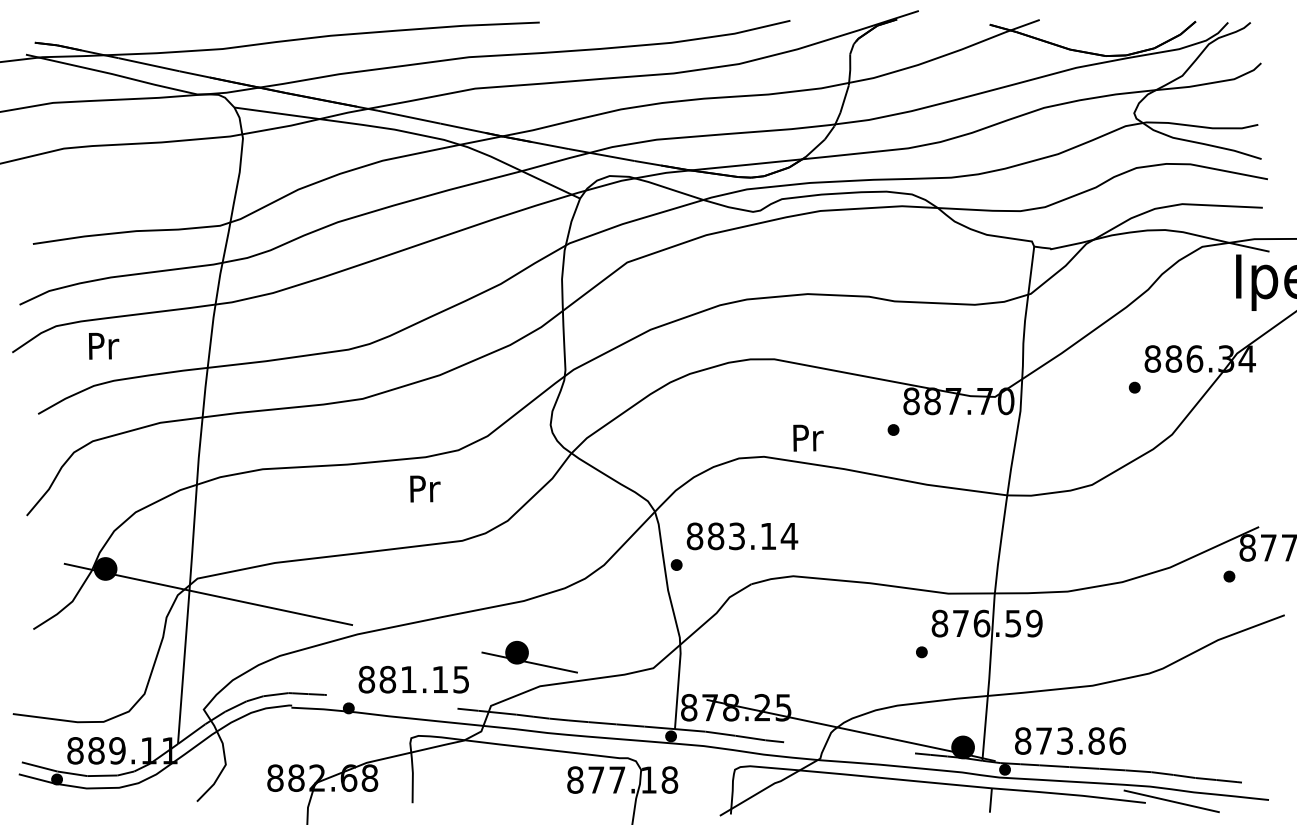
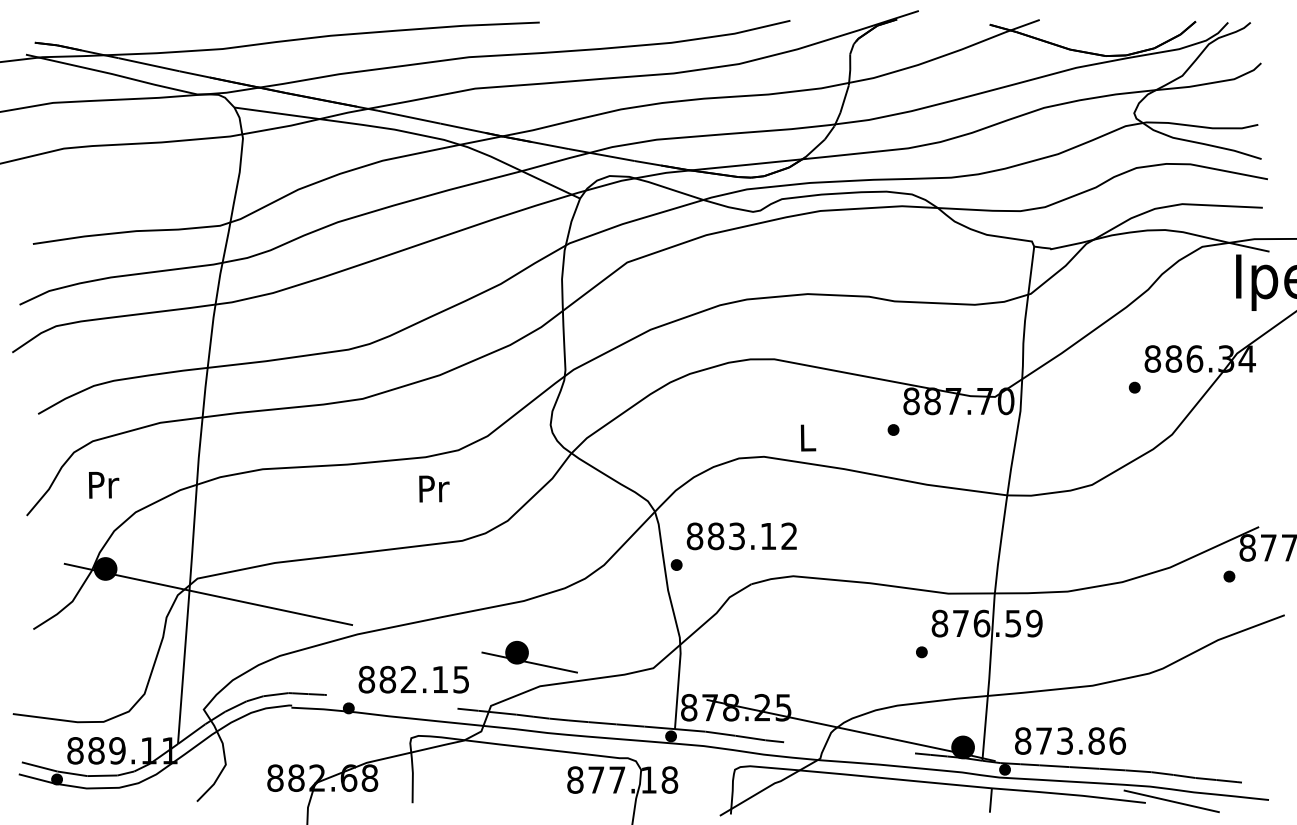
text at (104, 345) position: (104, 345) -> (104, 484)
text at (808, 437): Pr -> L
text at (425, 488) position: (425, 488) -> (434, 488)
text at (789, 535): 883.14 -> 883.12
text at (408, 679): 881.15 -> 882.15
